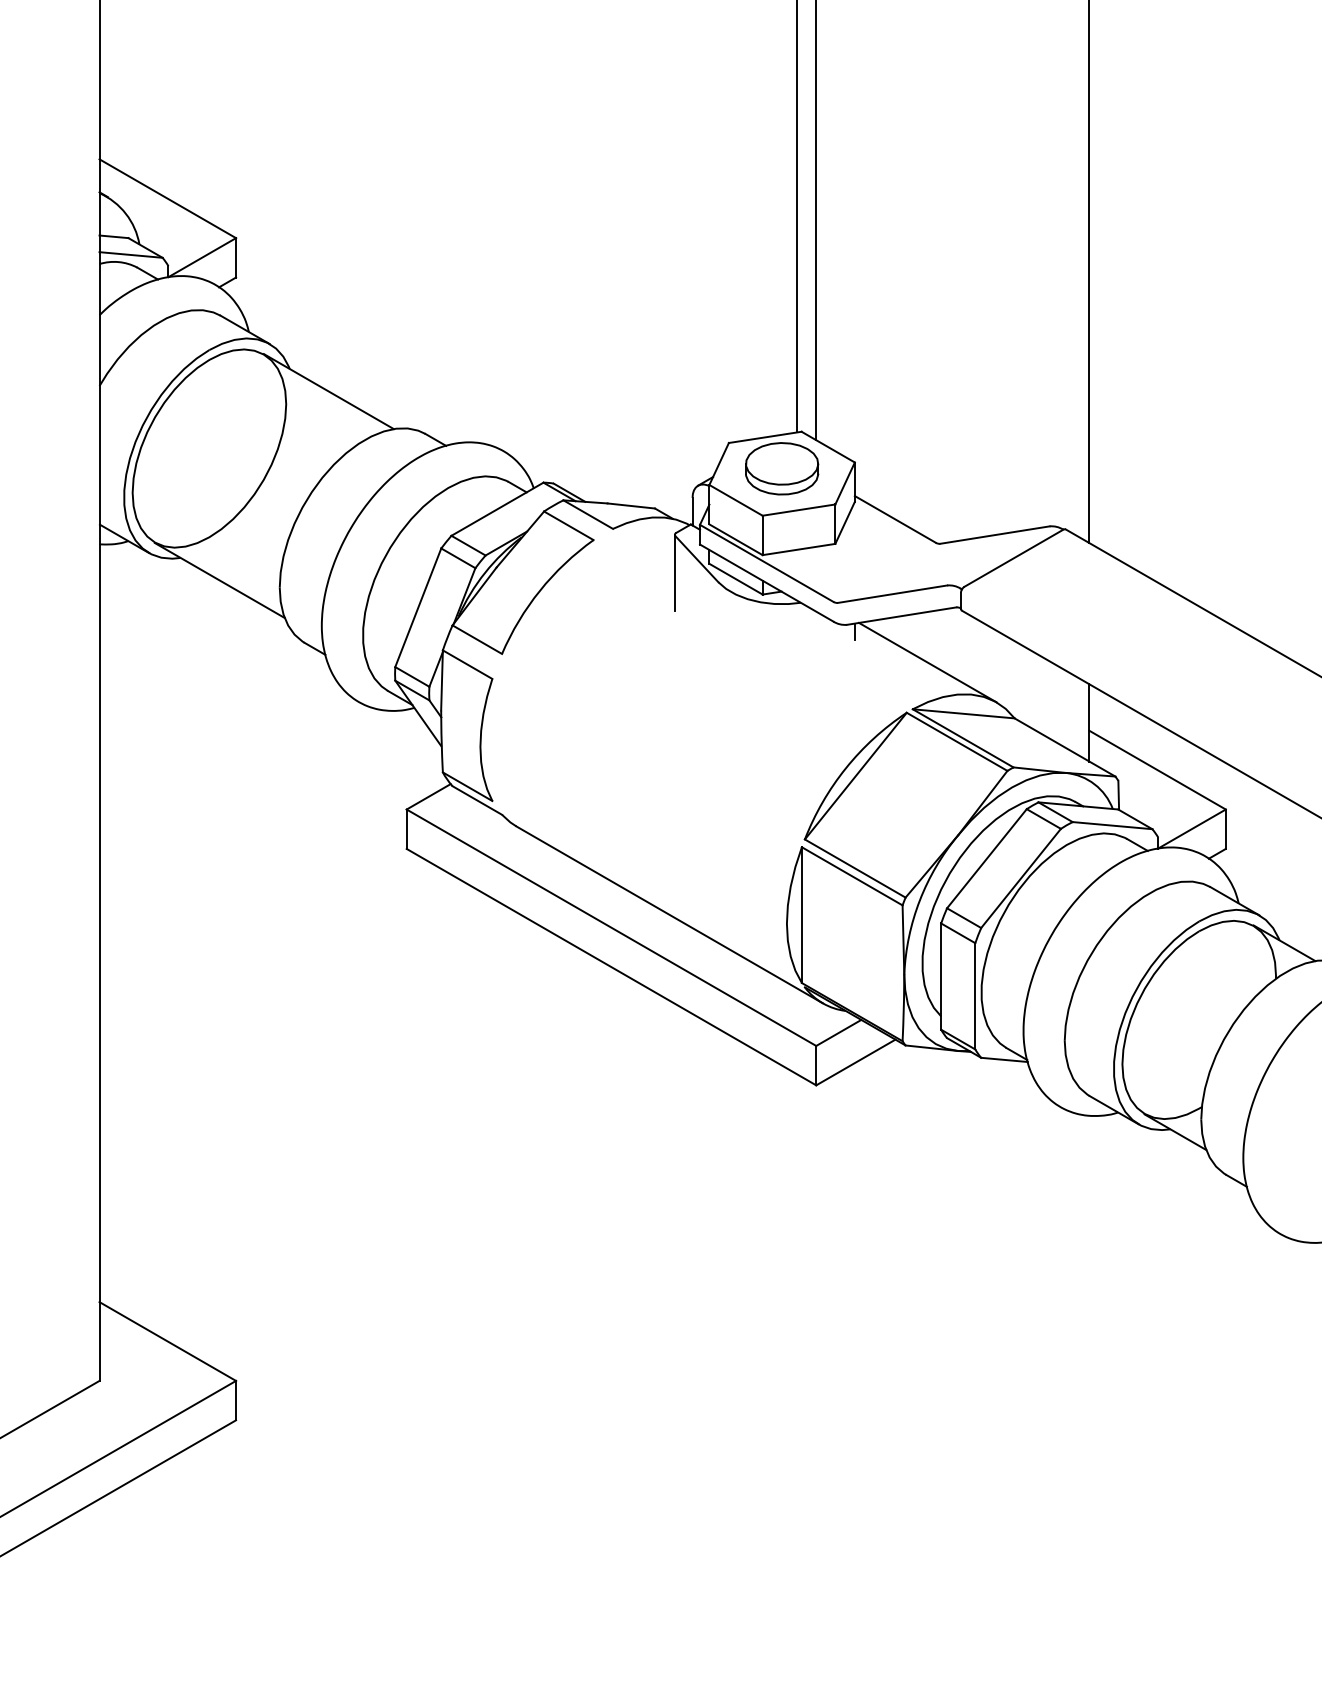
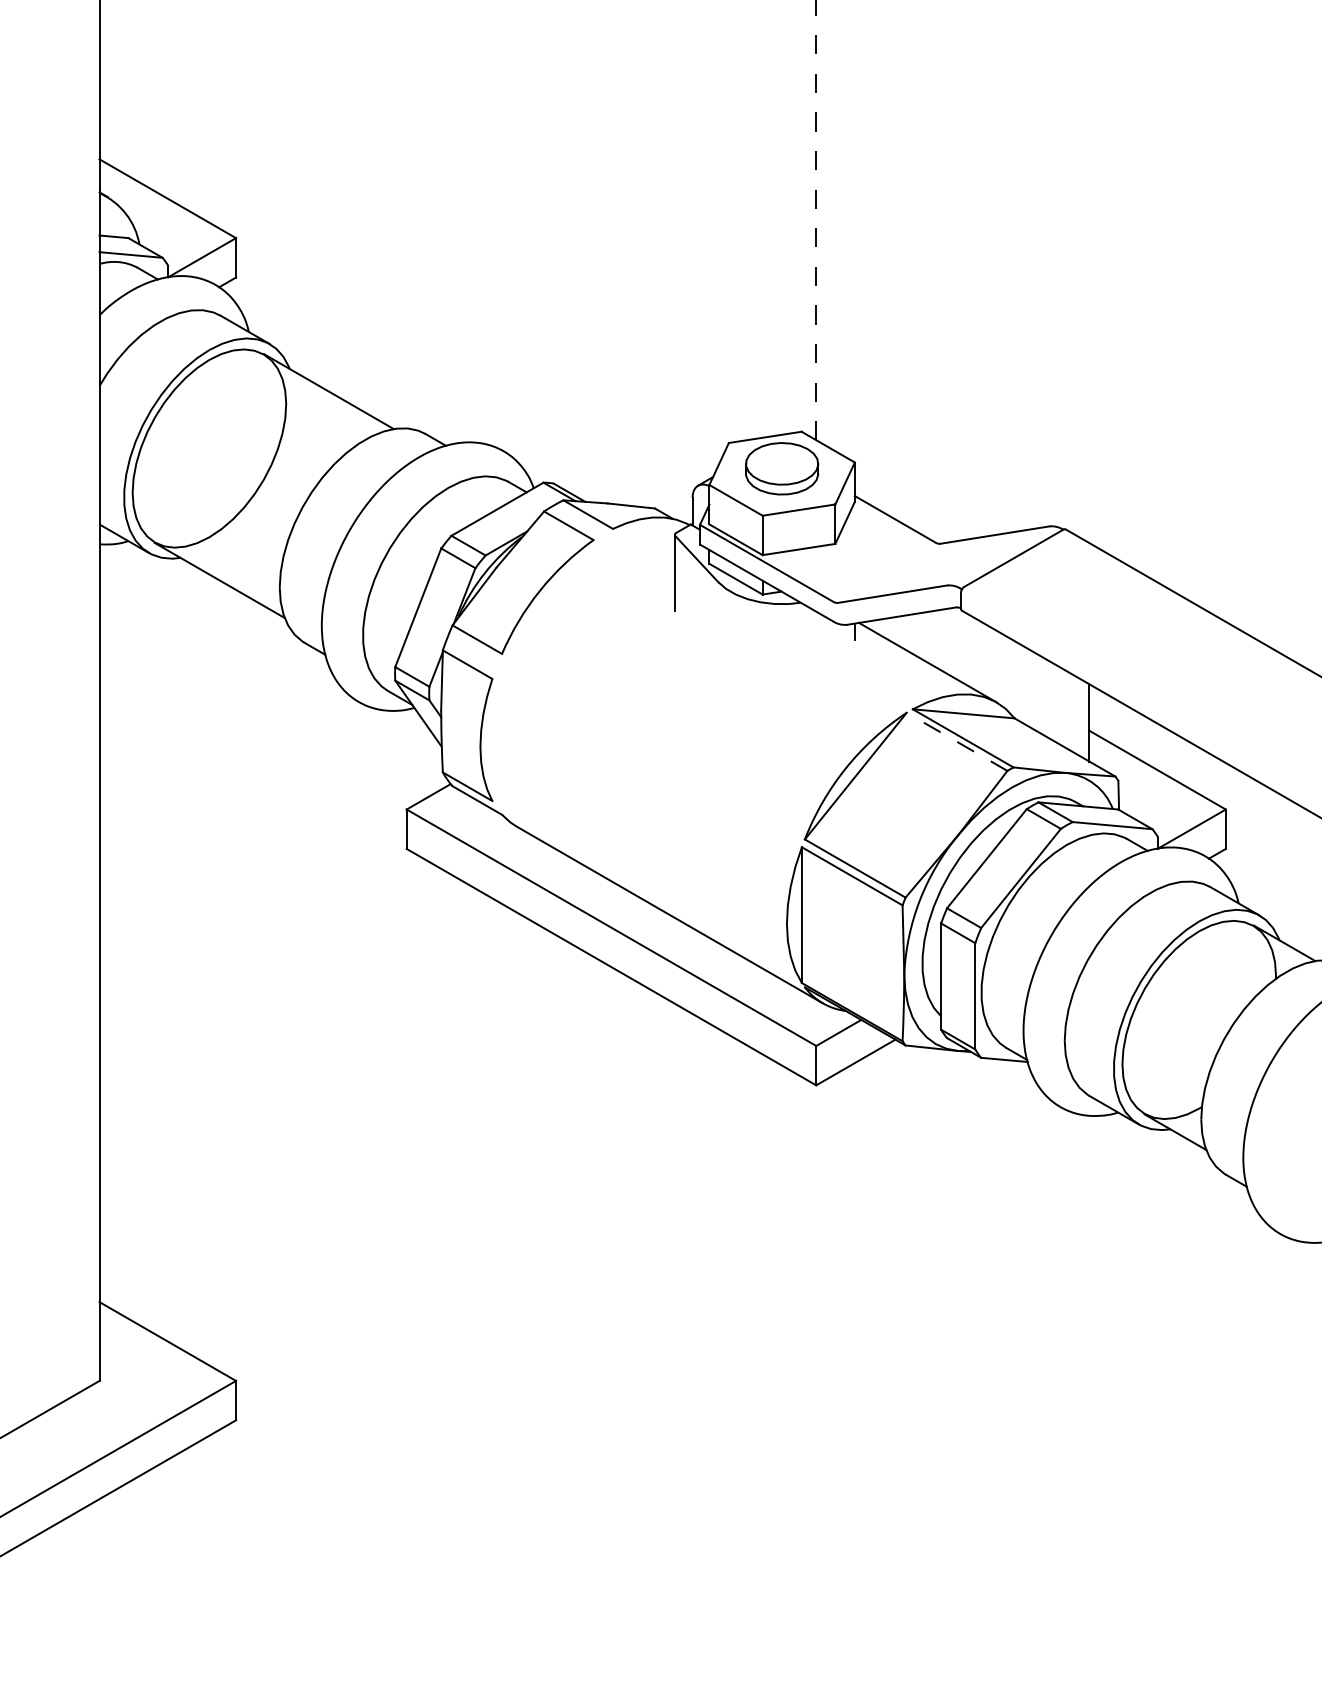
line at (797, 217): present -> none
line at (816, 220): solid -> dashed
line at (1089, 272): present -> none
line at (956, 741): solid -> dashed
